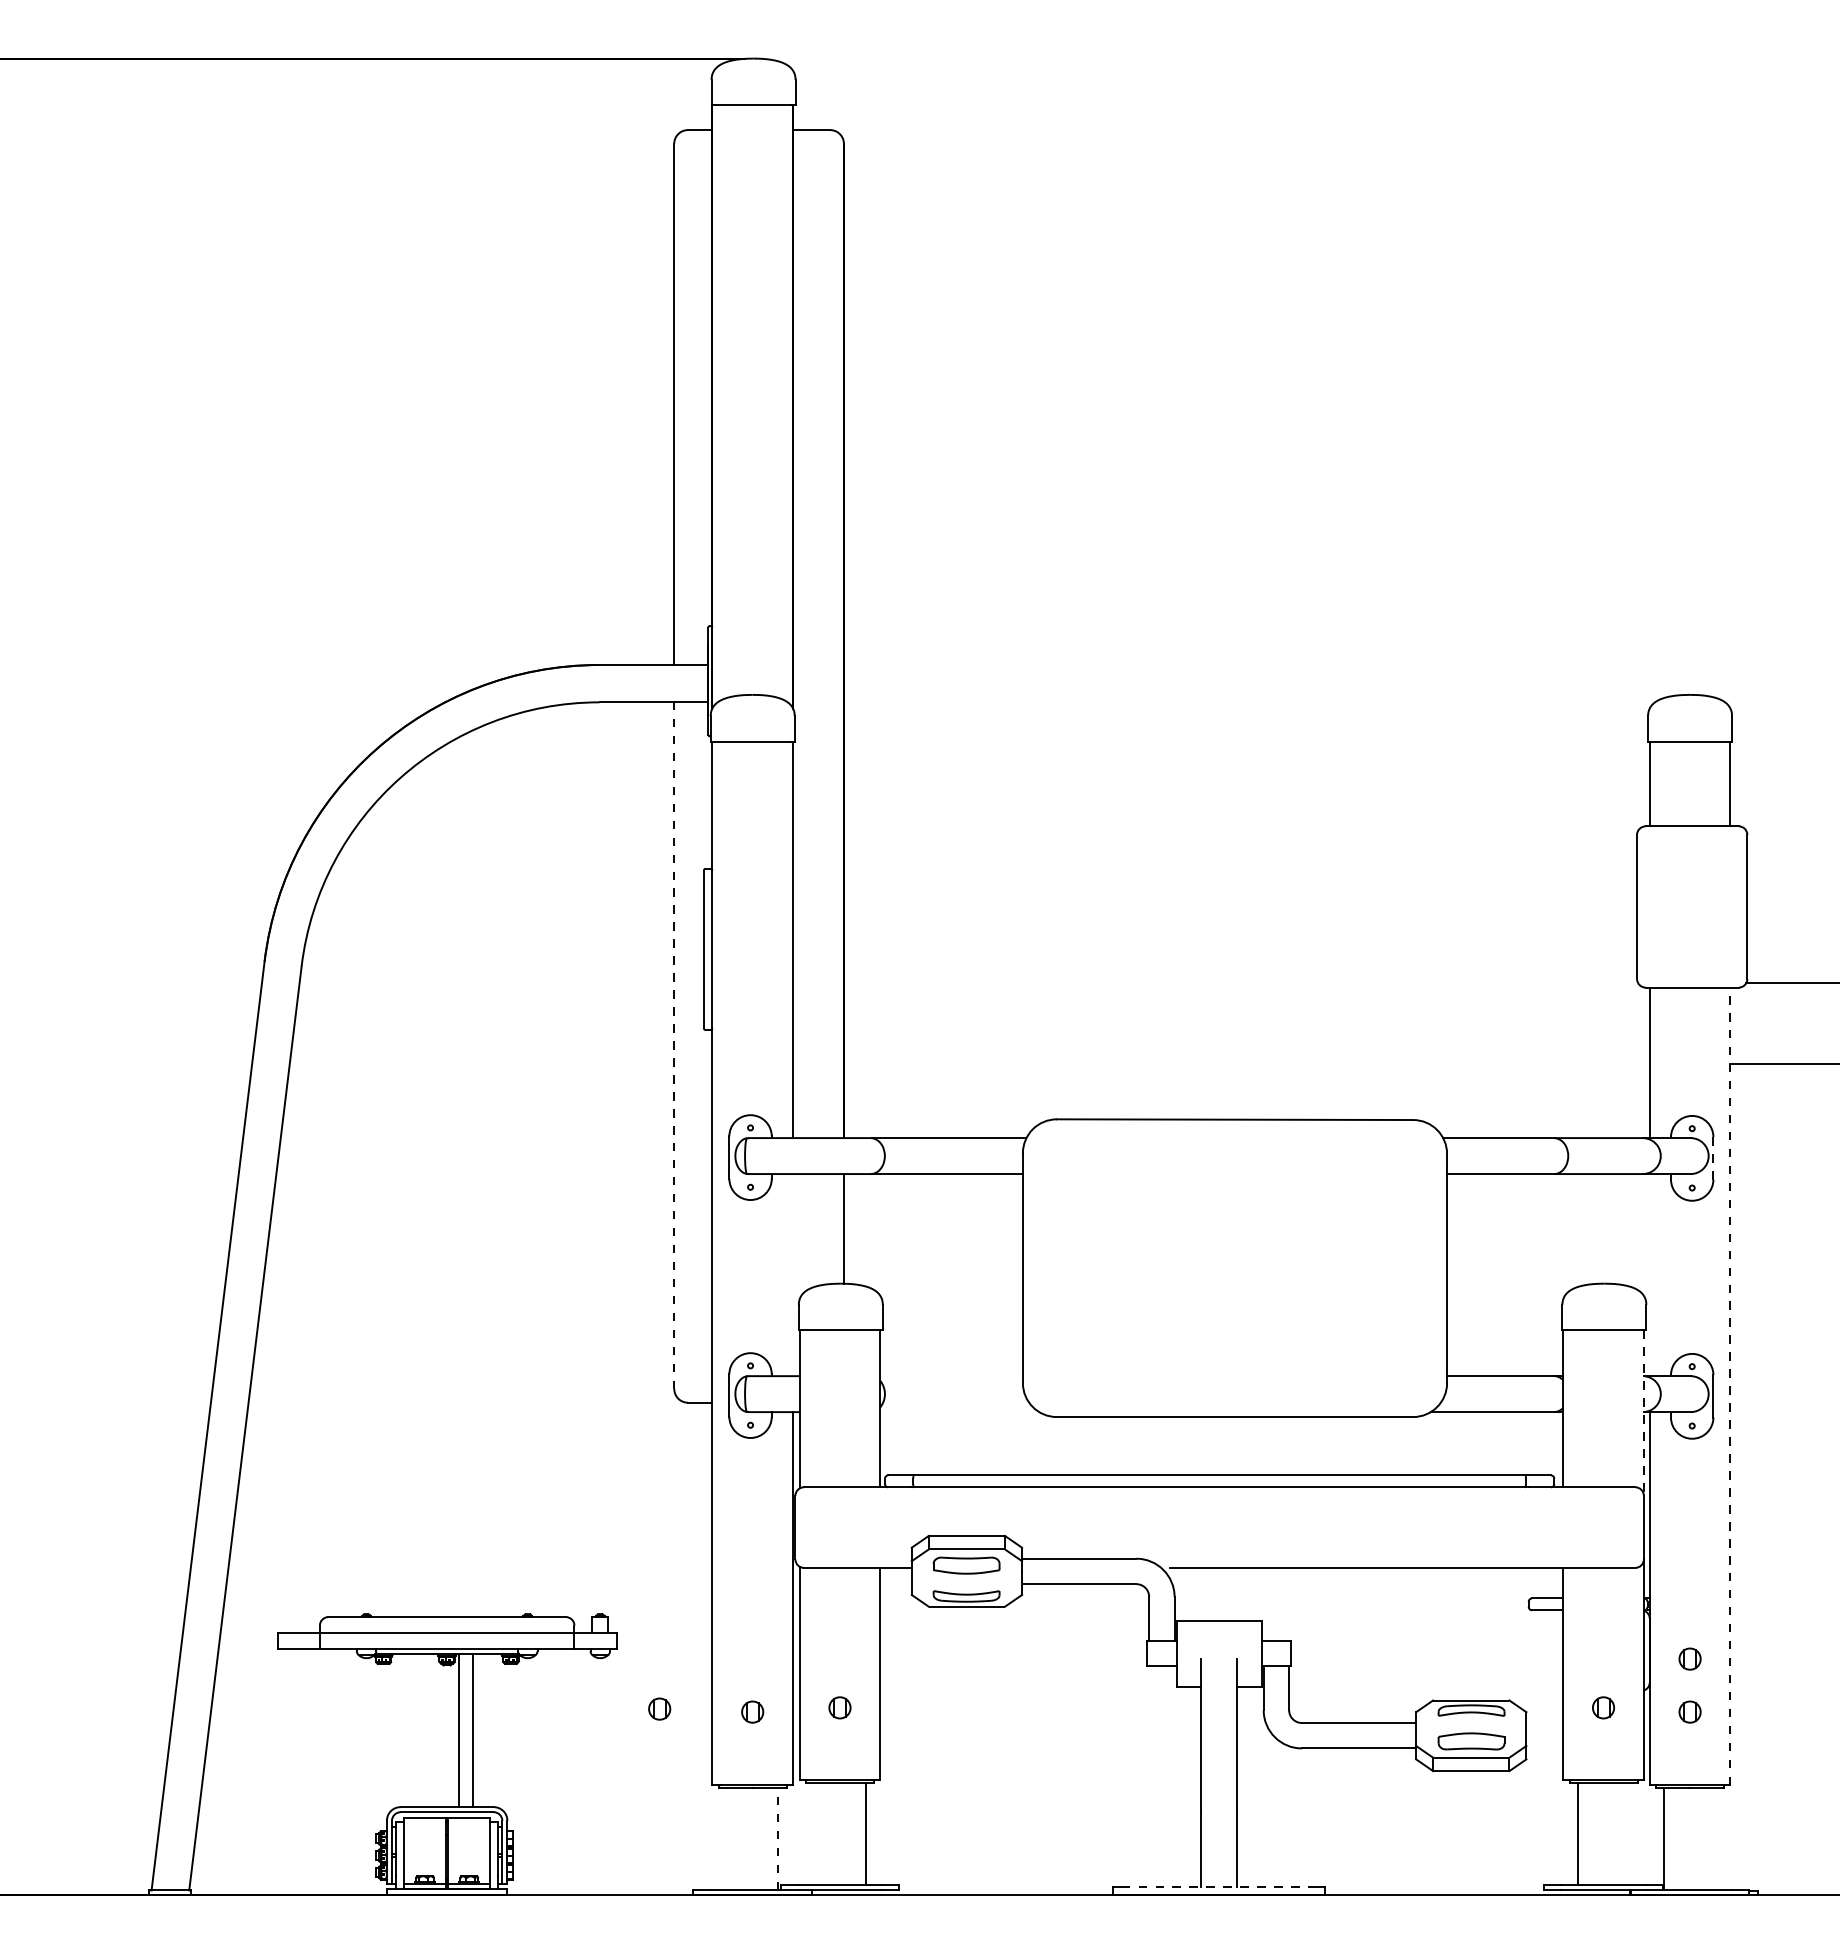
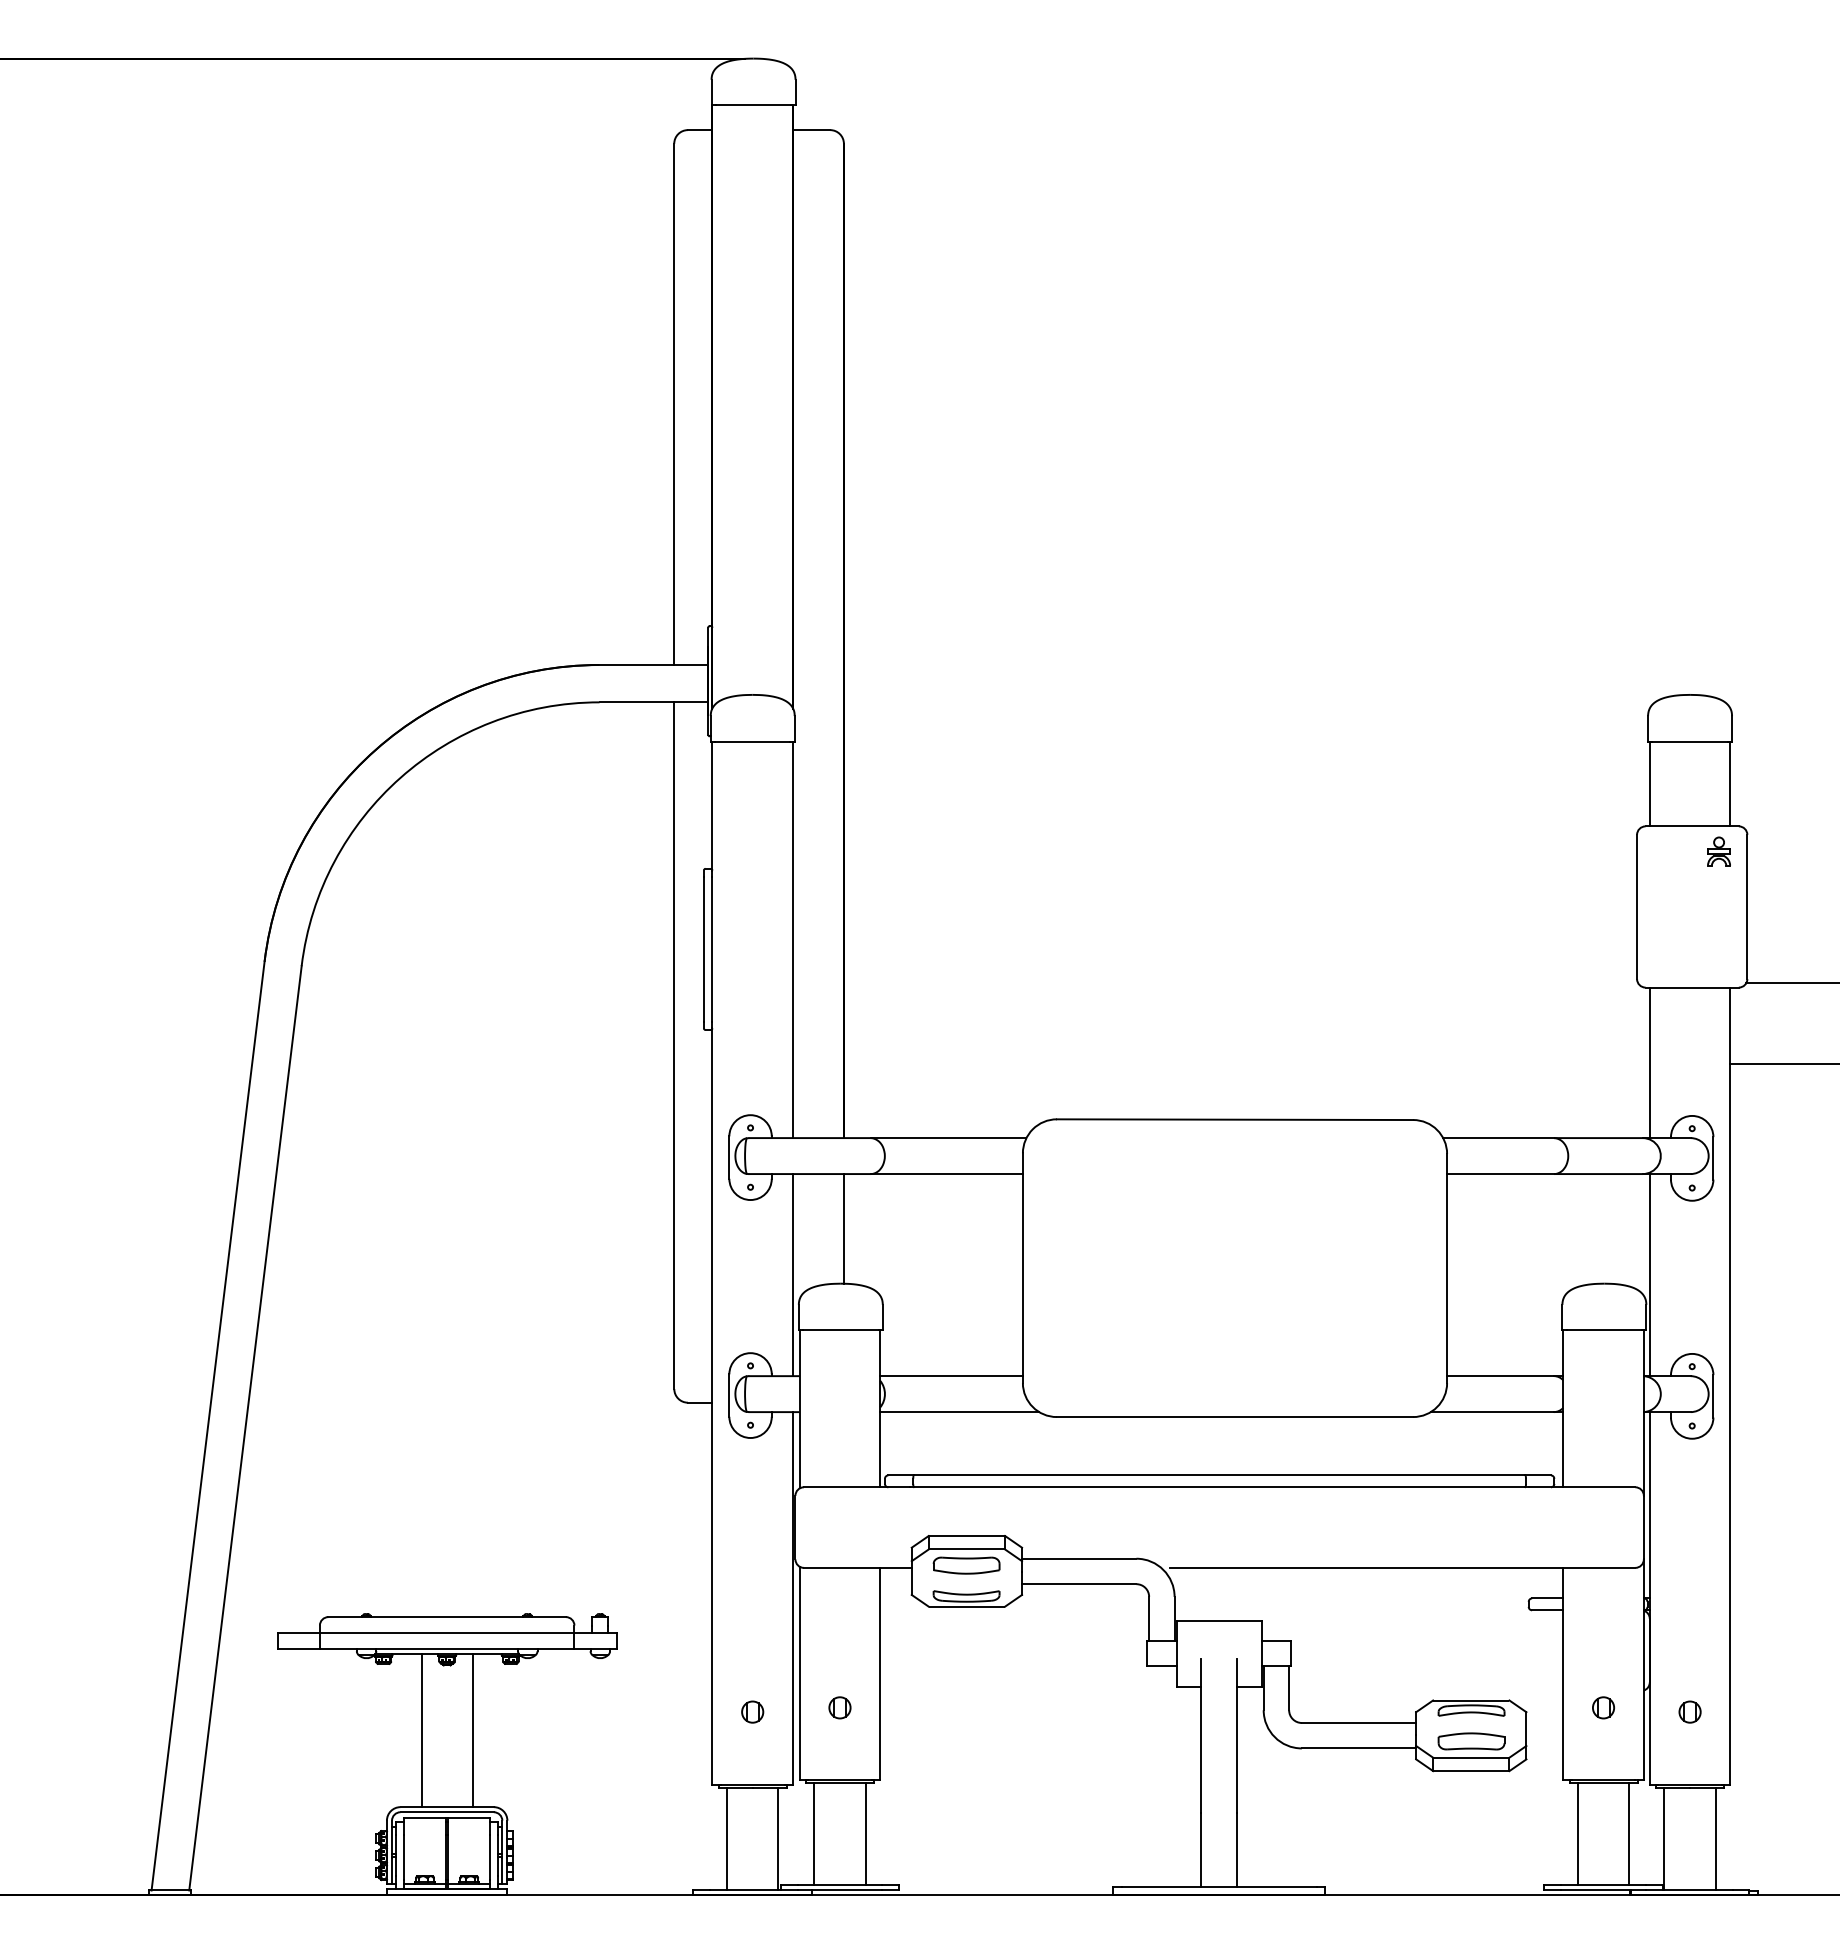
part at (1718, 851): none -> present
line at (674, 1045): dashed -> solid
line at (1713, 1157): dashed -> solid
line at (792, 1275): none -> present
line at (1649, 1275): none -> present
line at (951, 1376): none -> present
line at (1730, 1386): dashed -> solid
line at (959, 1412): none -> present
line at (1643, 1413): dashed -> solid
part at (1689, 1658): present -> none
part at (659, 1708): present -> none
line at (458, 1730) position: (458, 1730) -> (421, 1730)
line at (814, 1834): none -> present
line at (1629, 1834): none -> present
line at (727, 1839): none -> present
line at (778, 1839): dashed -> solid
line at (1715, 1839): none -> present
line at (1219, 1886): dashed -> solid
